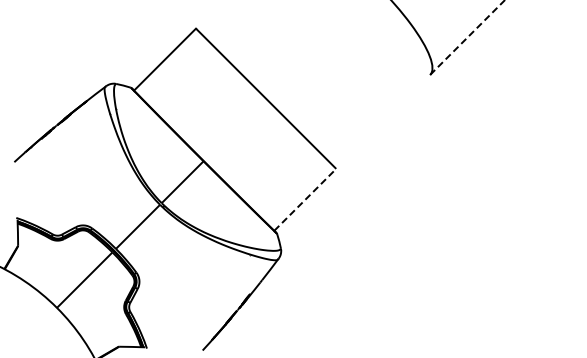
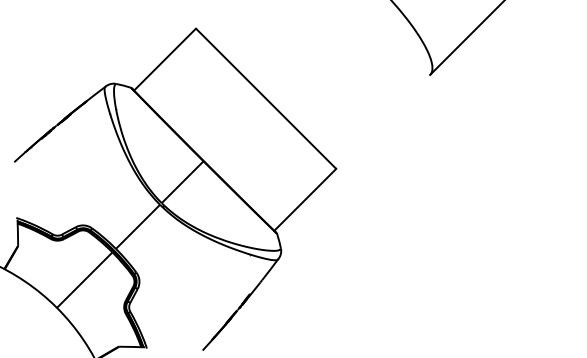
line at (467, 37): dashed -> solid
line at (305, 199): dashed -> solid
